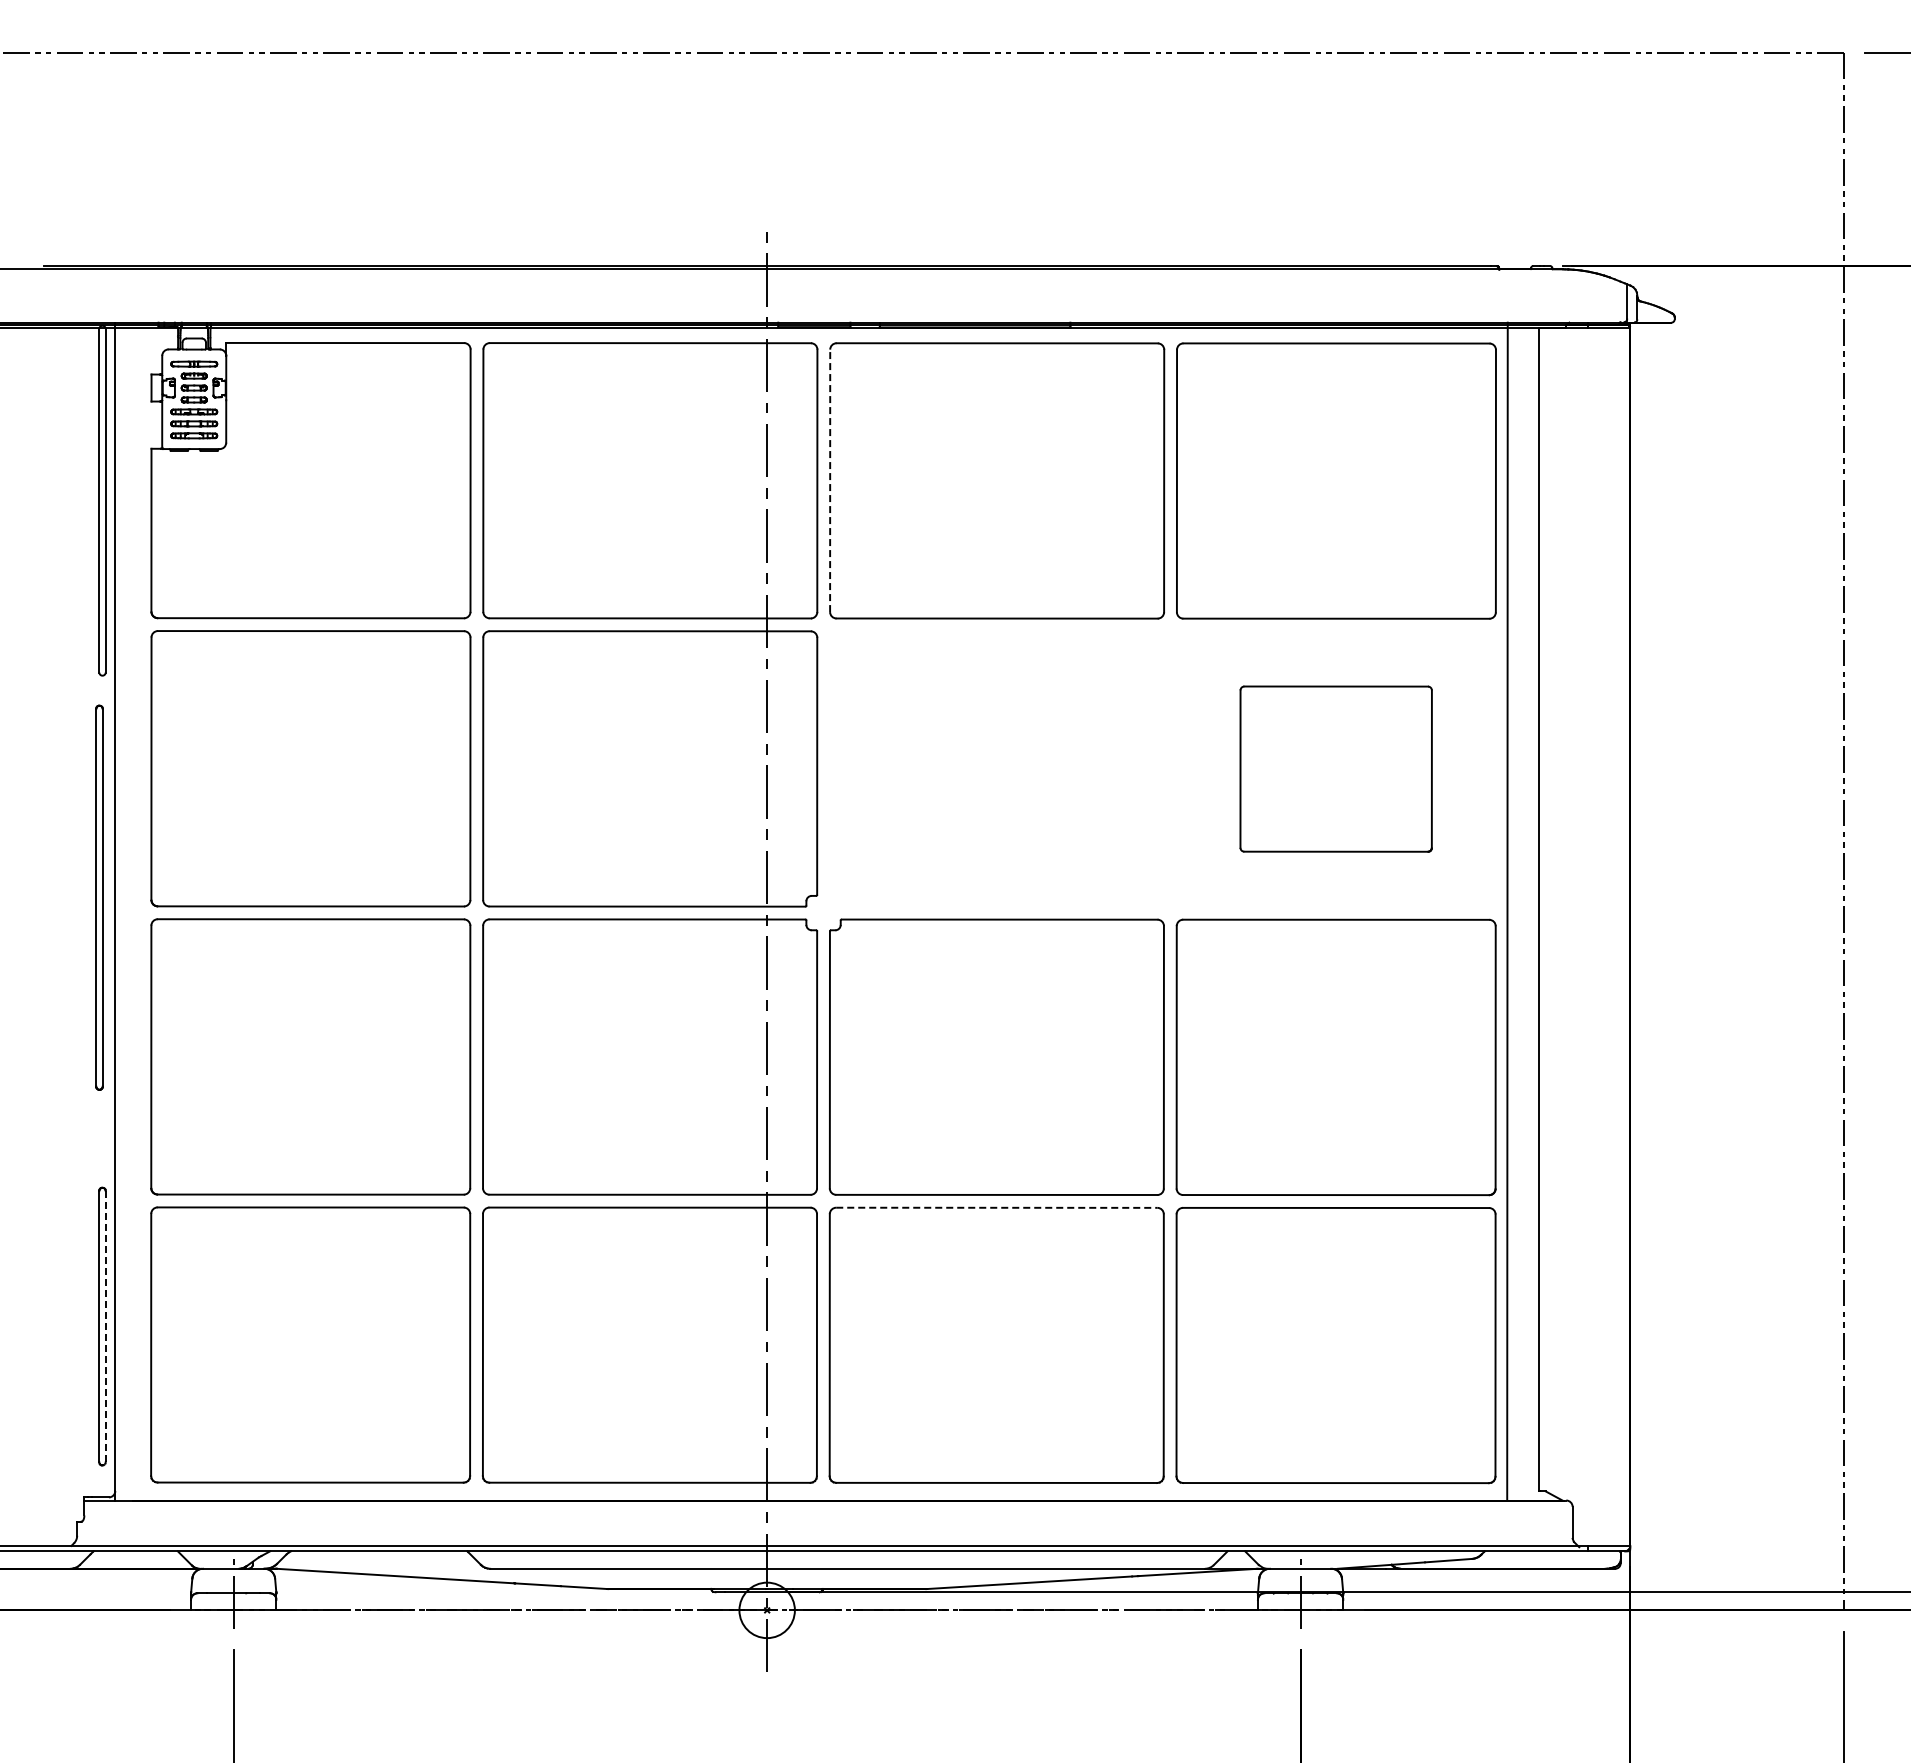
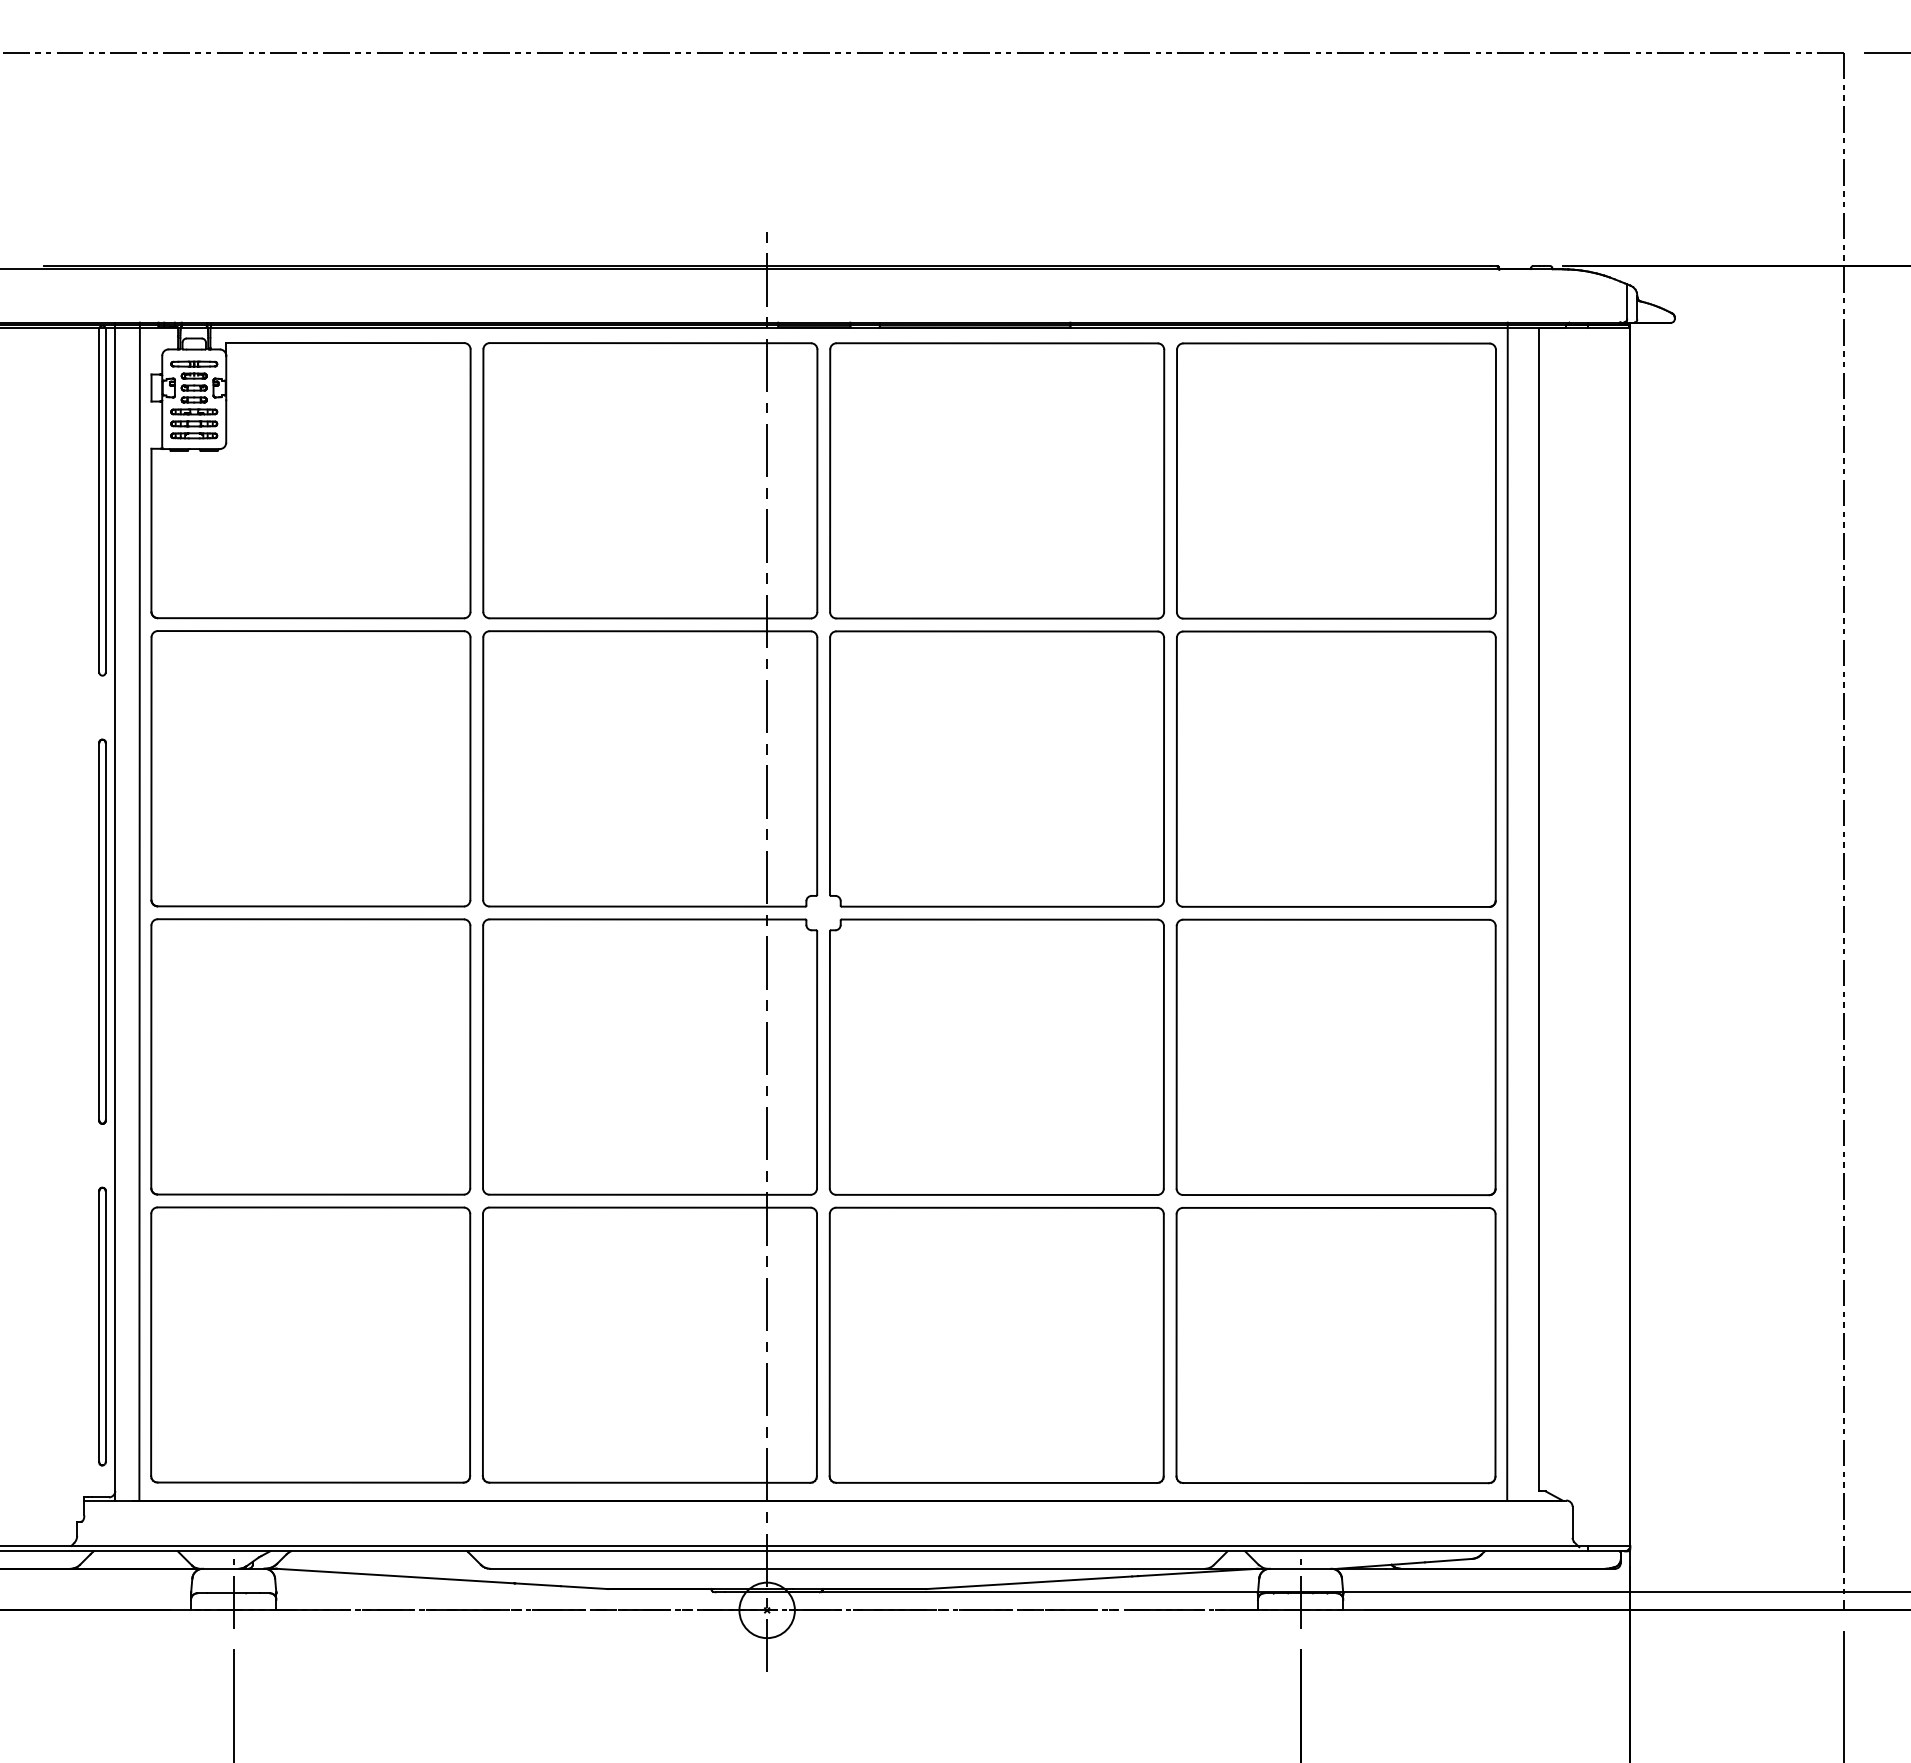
line at (830, 480): dashed -> solid
part at (996, 768): none -> present
part at (1335, 768) size: 194x168 px -> 322x278 px
part at (99, 897) position: (99, 897) -> (102, 931)
line at (139, 911): none -> present
line at (996, 1207): dashed -> solid
line at (105, 1326): dashed -> solid
